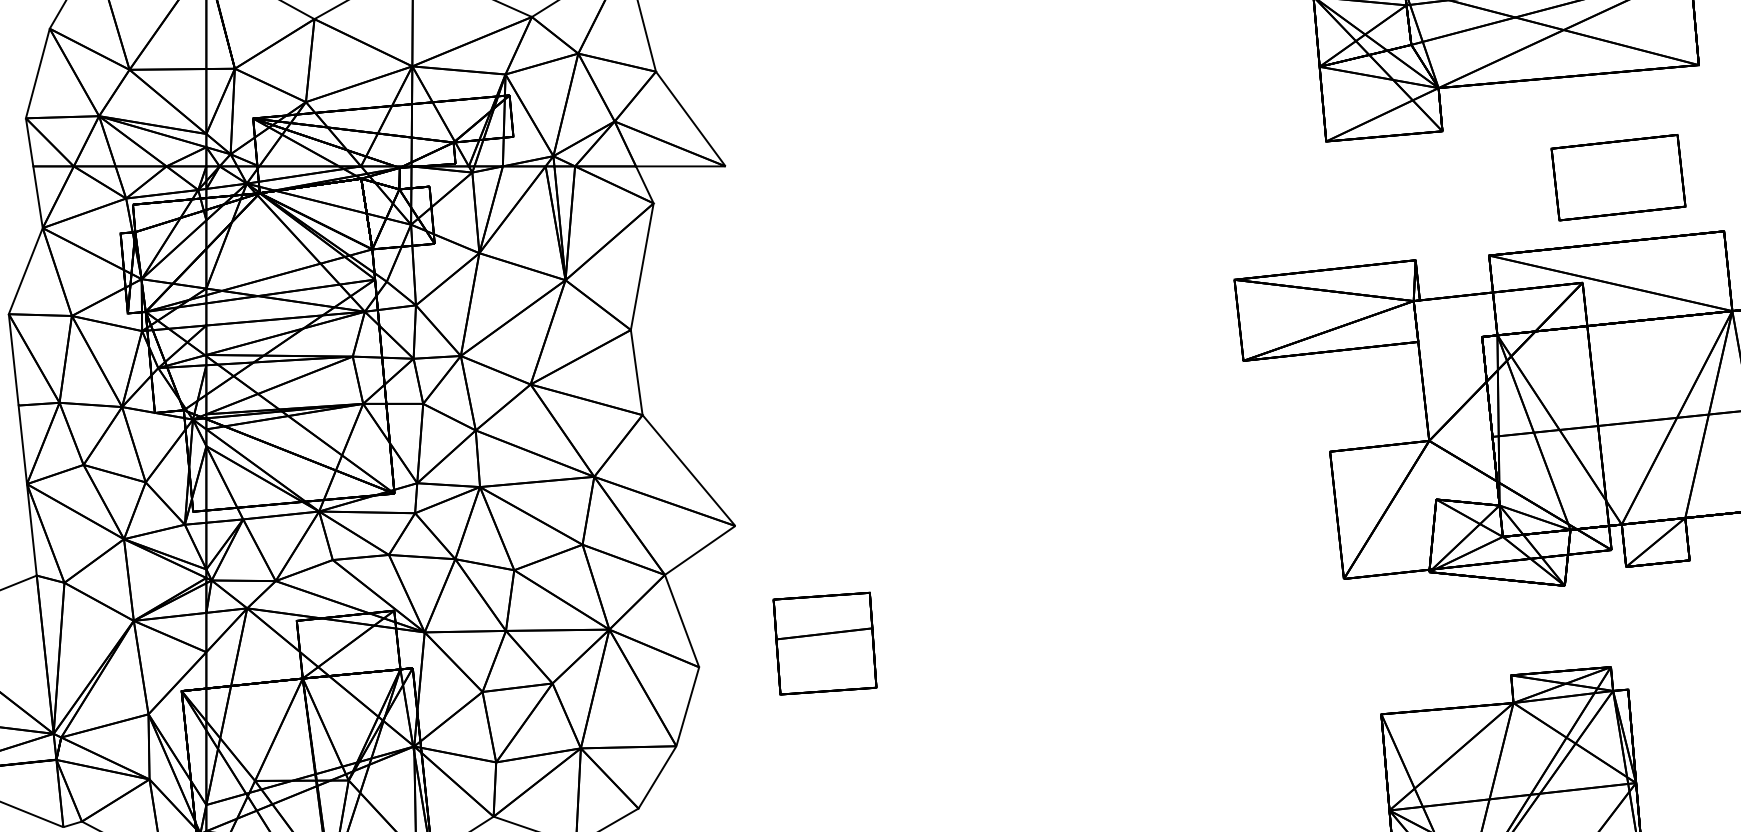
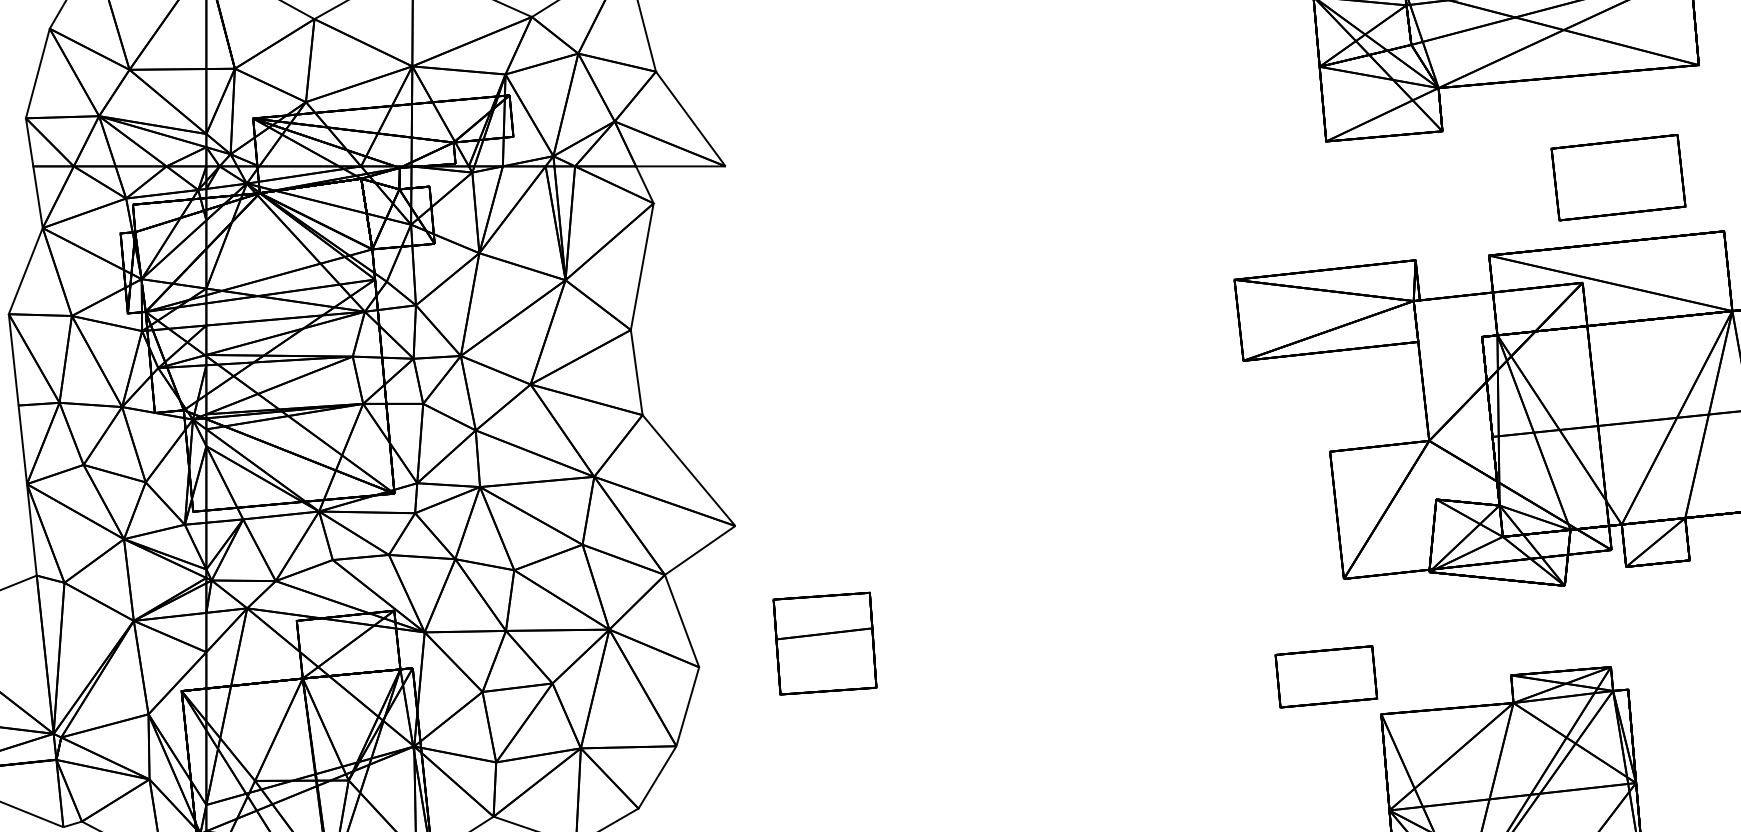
part at (1326, 676): none -> present
